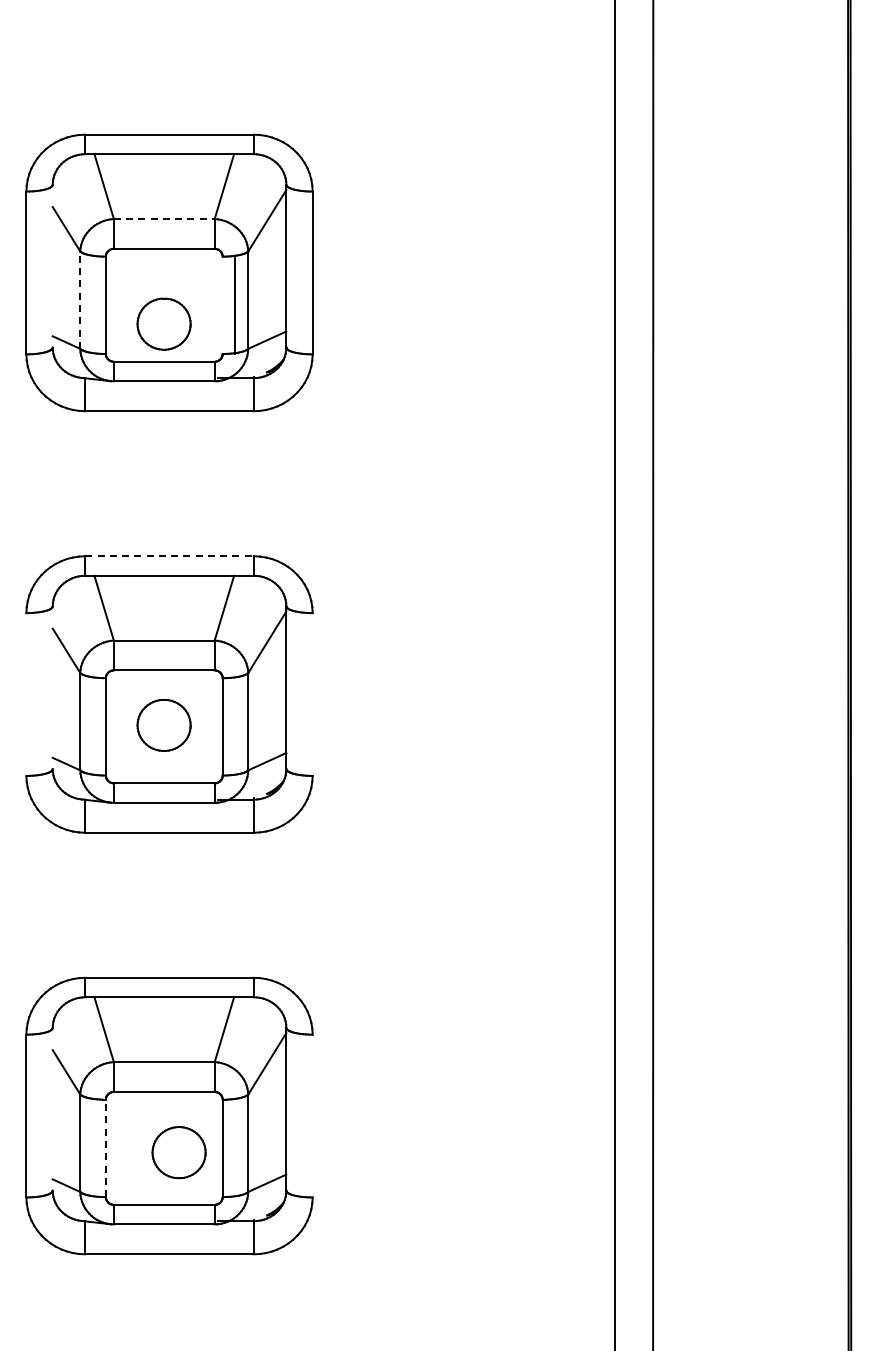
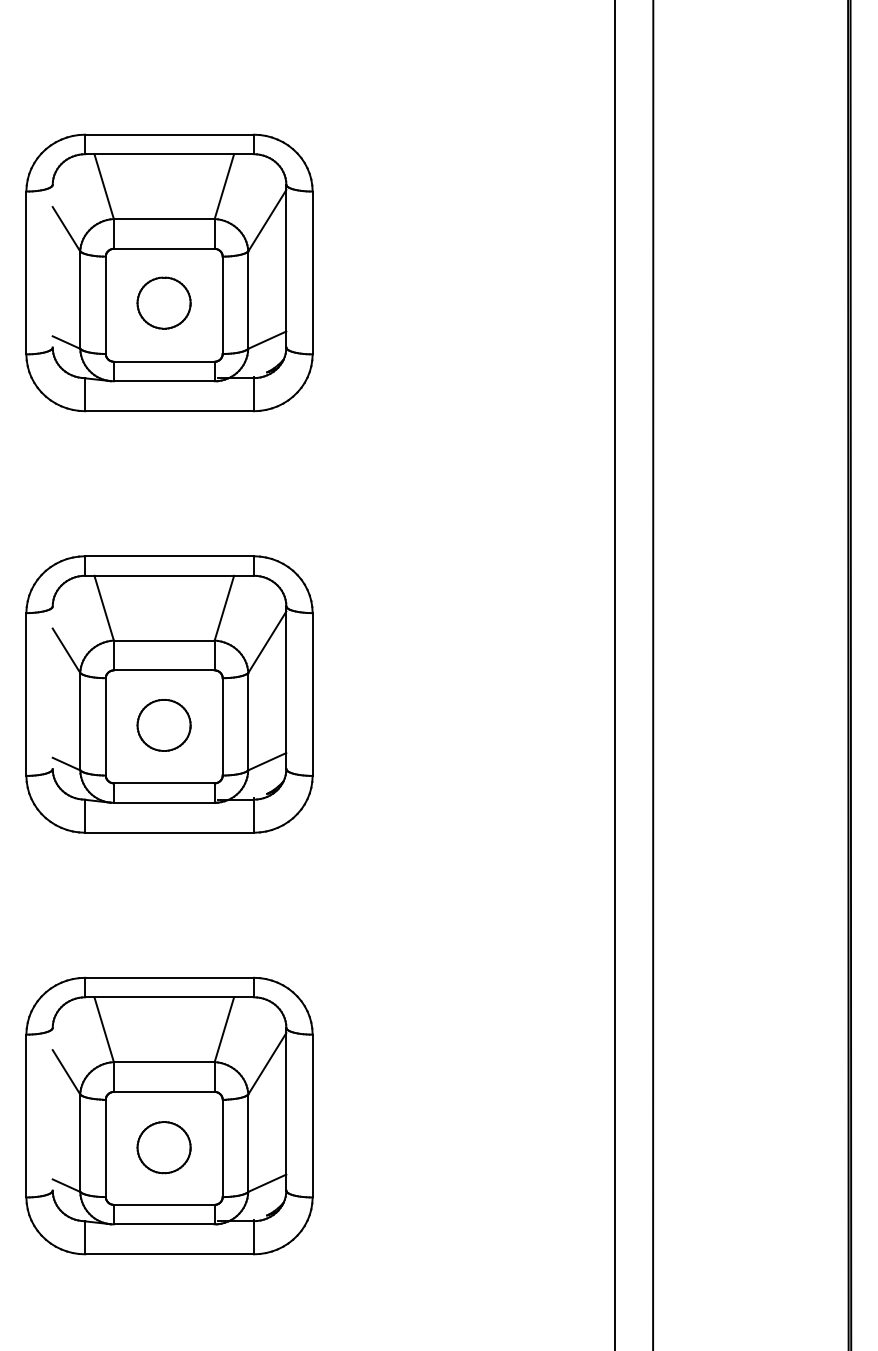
line at (164, 219): dashed -> solid
line at (80, 300): dashed -> solid
line at (234, 304) position: (234, 304) -> (222, 304)
part at (163, 323) position: (163, 323) -> (163, 302)
line at (170, 556): dashed -> solid
line at (26, 694): none -> present
line at (312, 694): none -> present
line at (312, 1115): none -> present
line at (105, 1148): dashed -> solid
part at (178, 1152) position: (178, 1152) -> (163, 1147)
